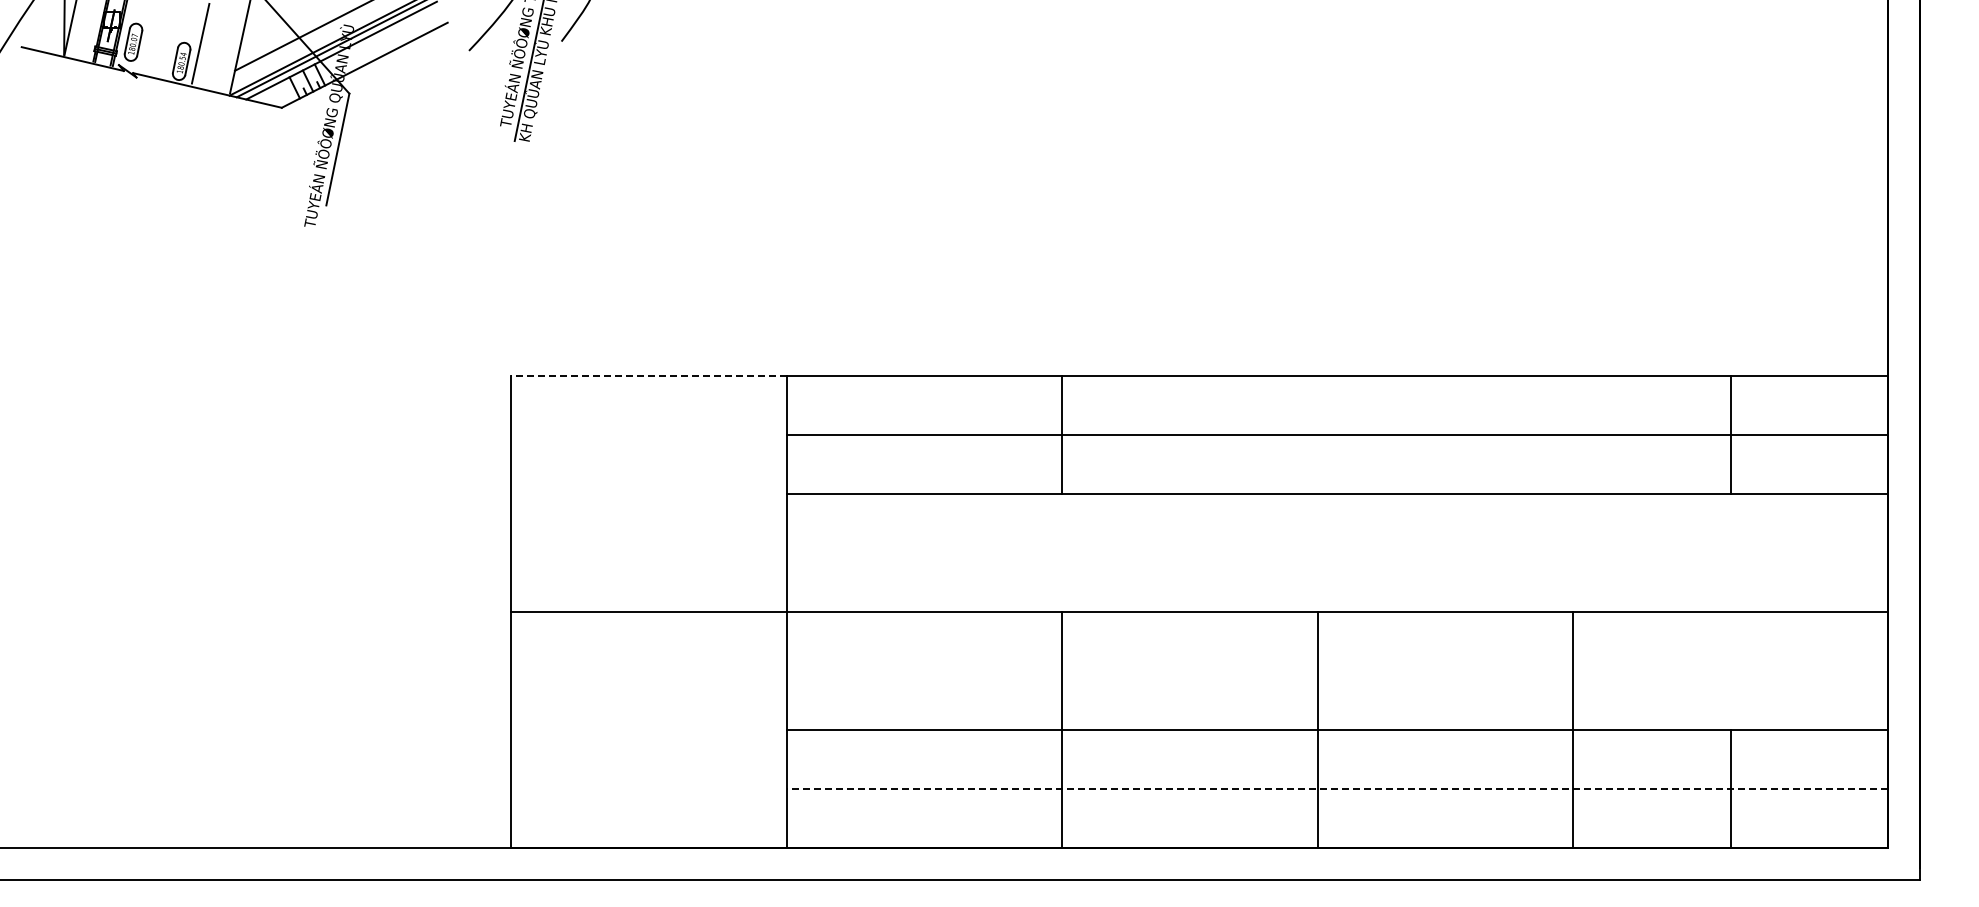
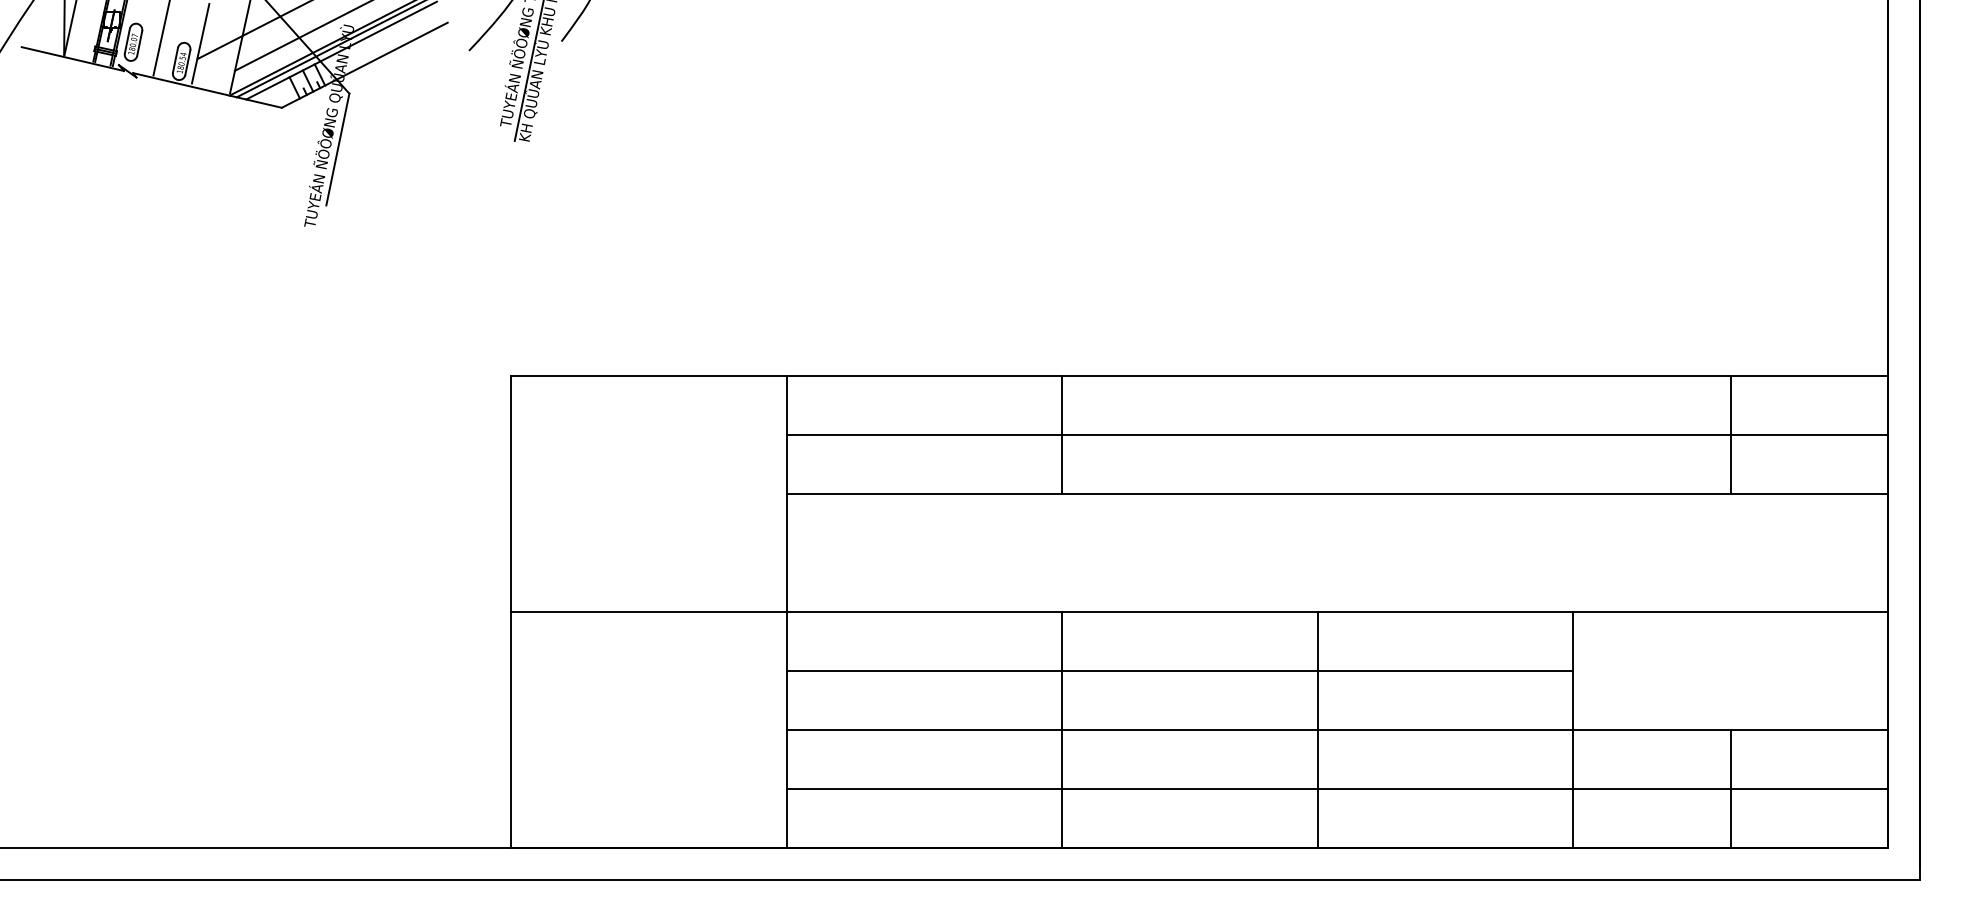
line at (252, 30): none -> present
line at (161, 38): none -> present
line at (649, 376): dashed -> solid
line at (1179, 671): none -> present
line at (1337, 789): dashed -> solid
